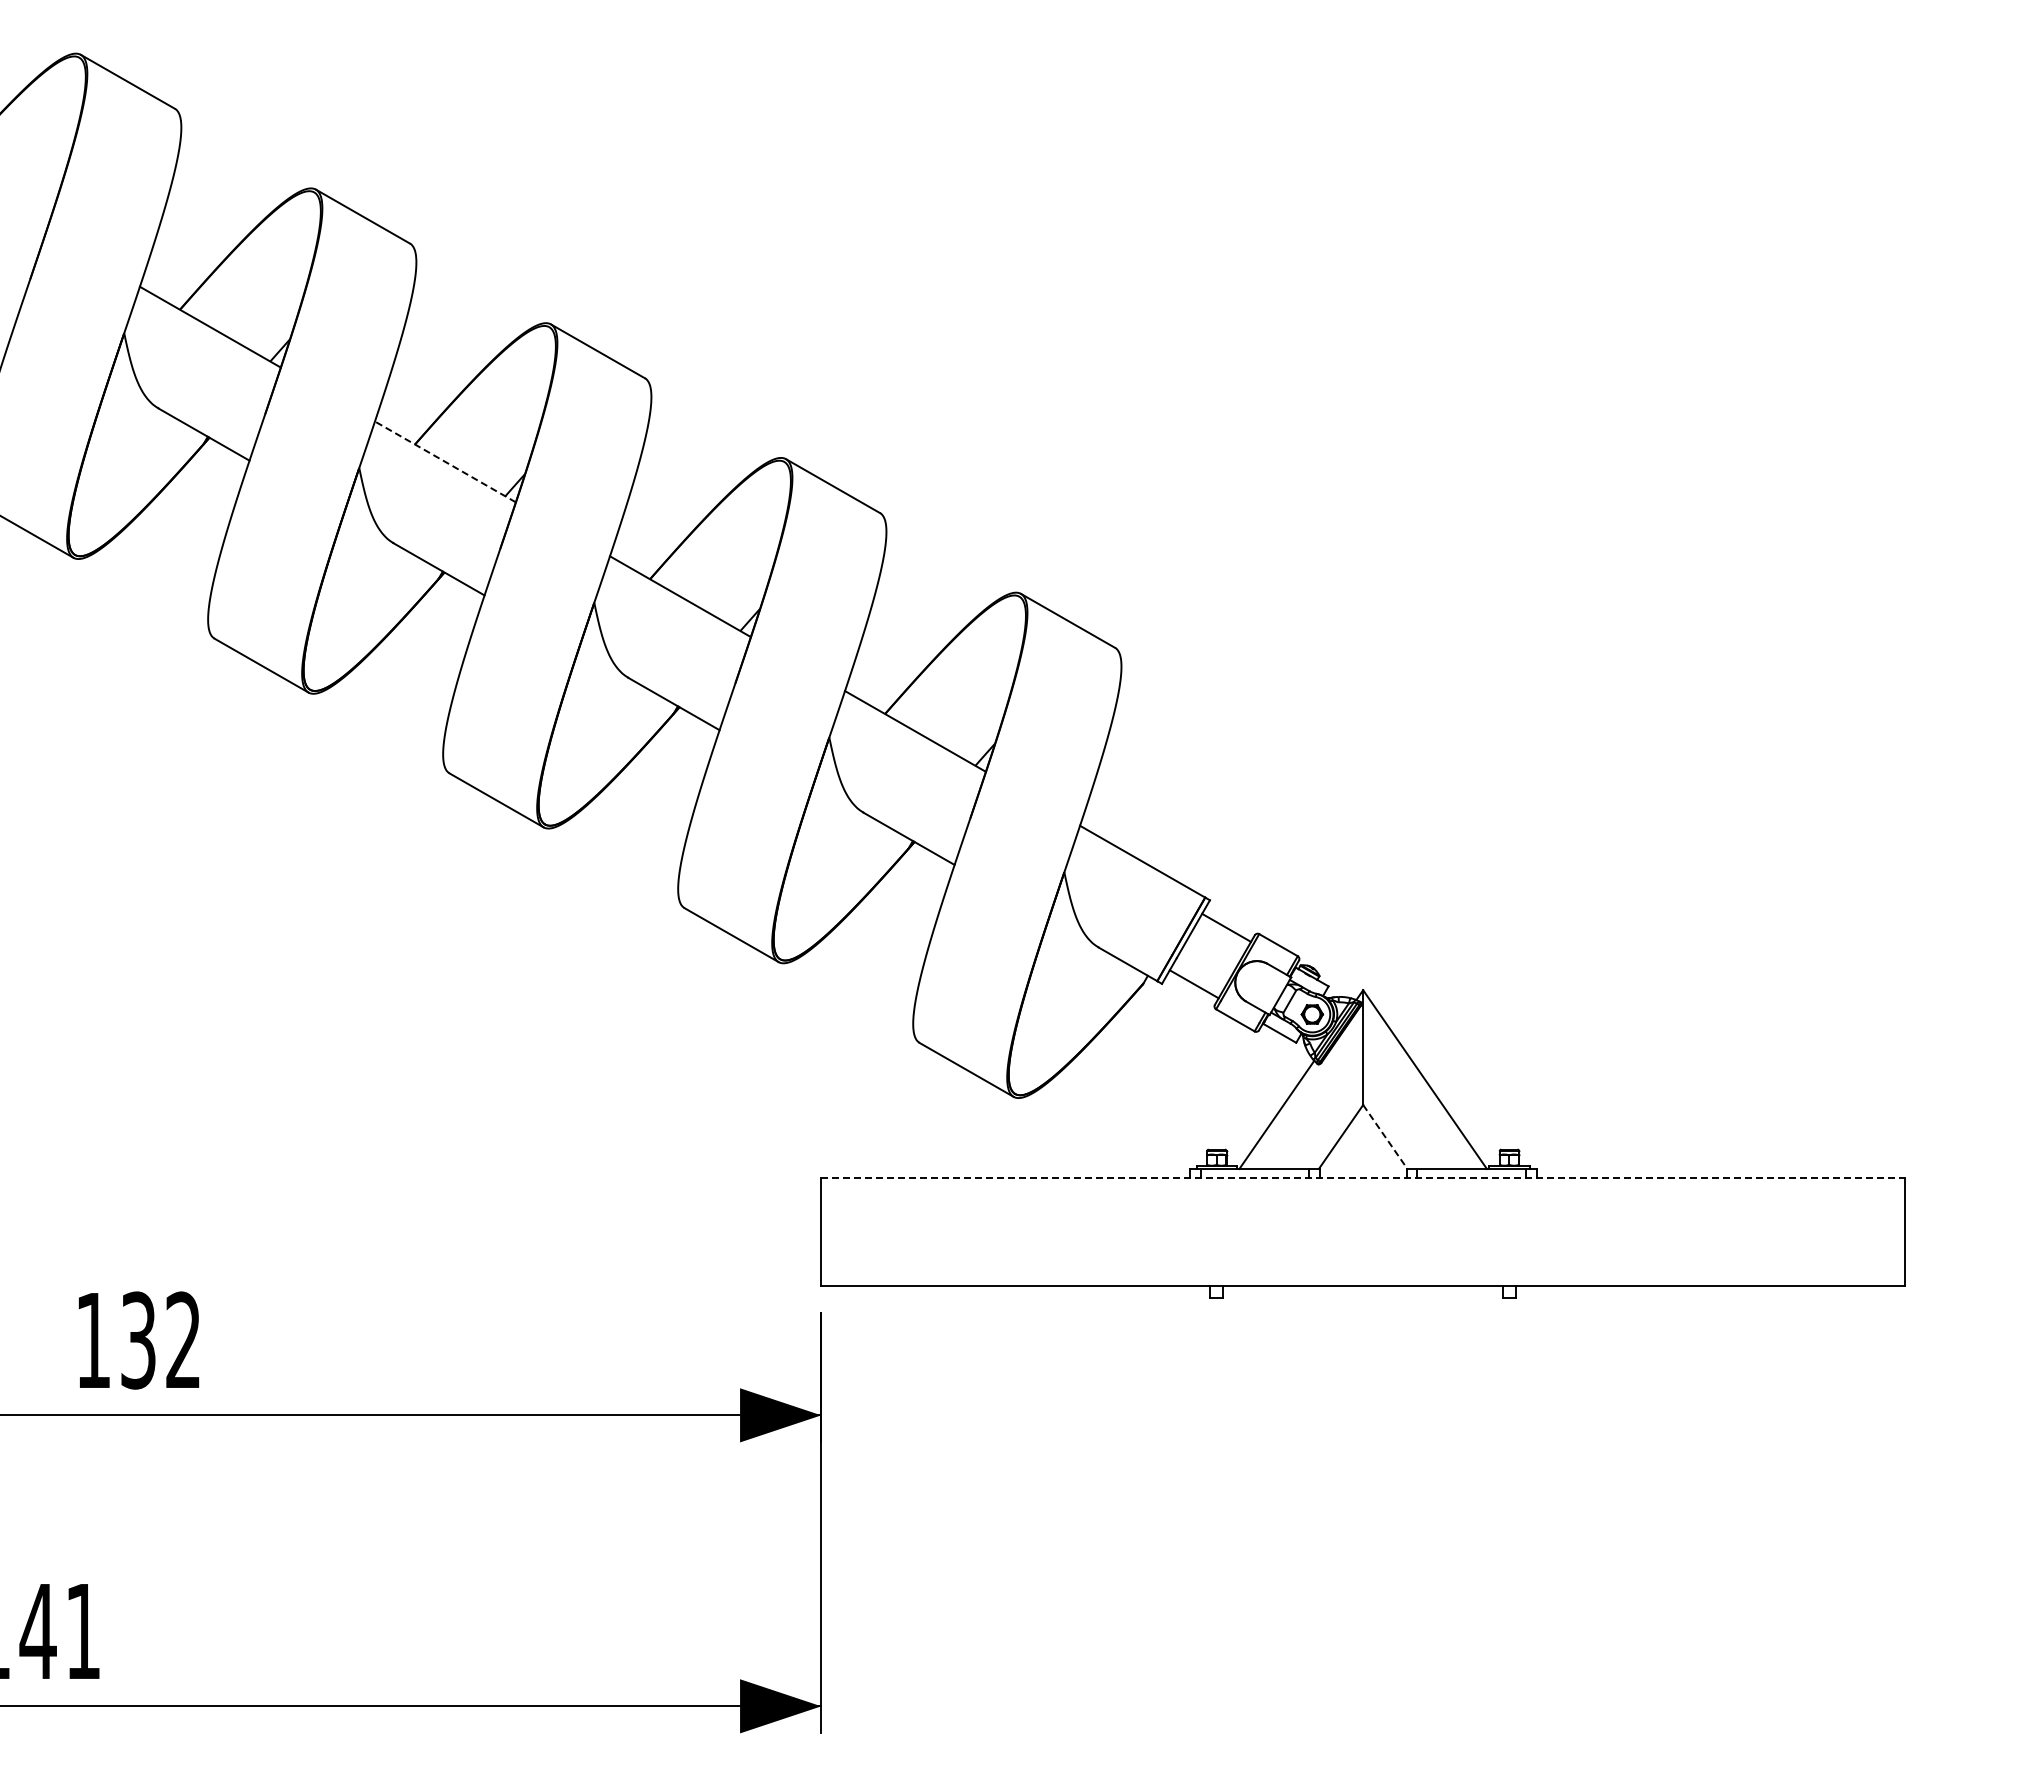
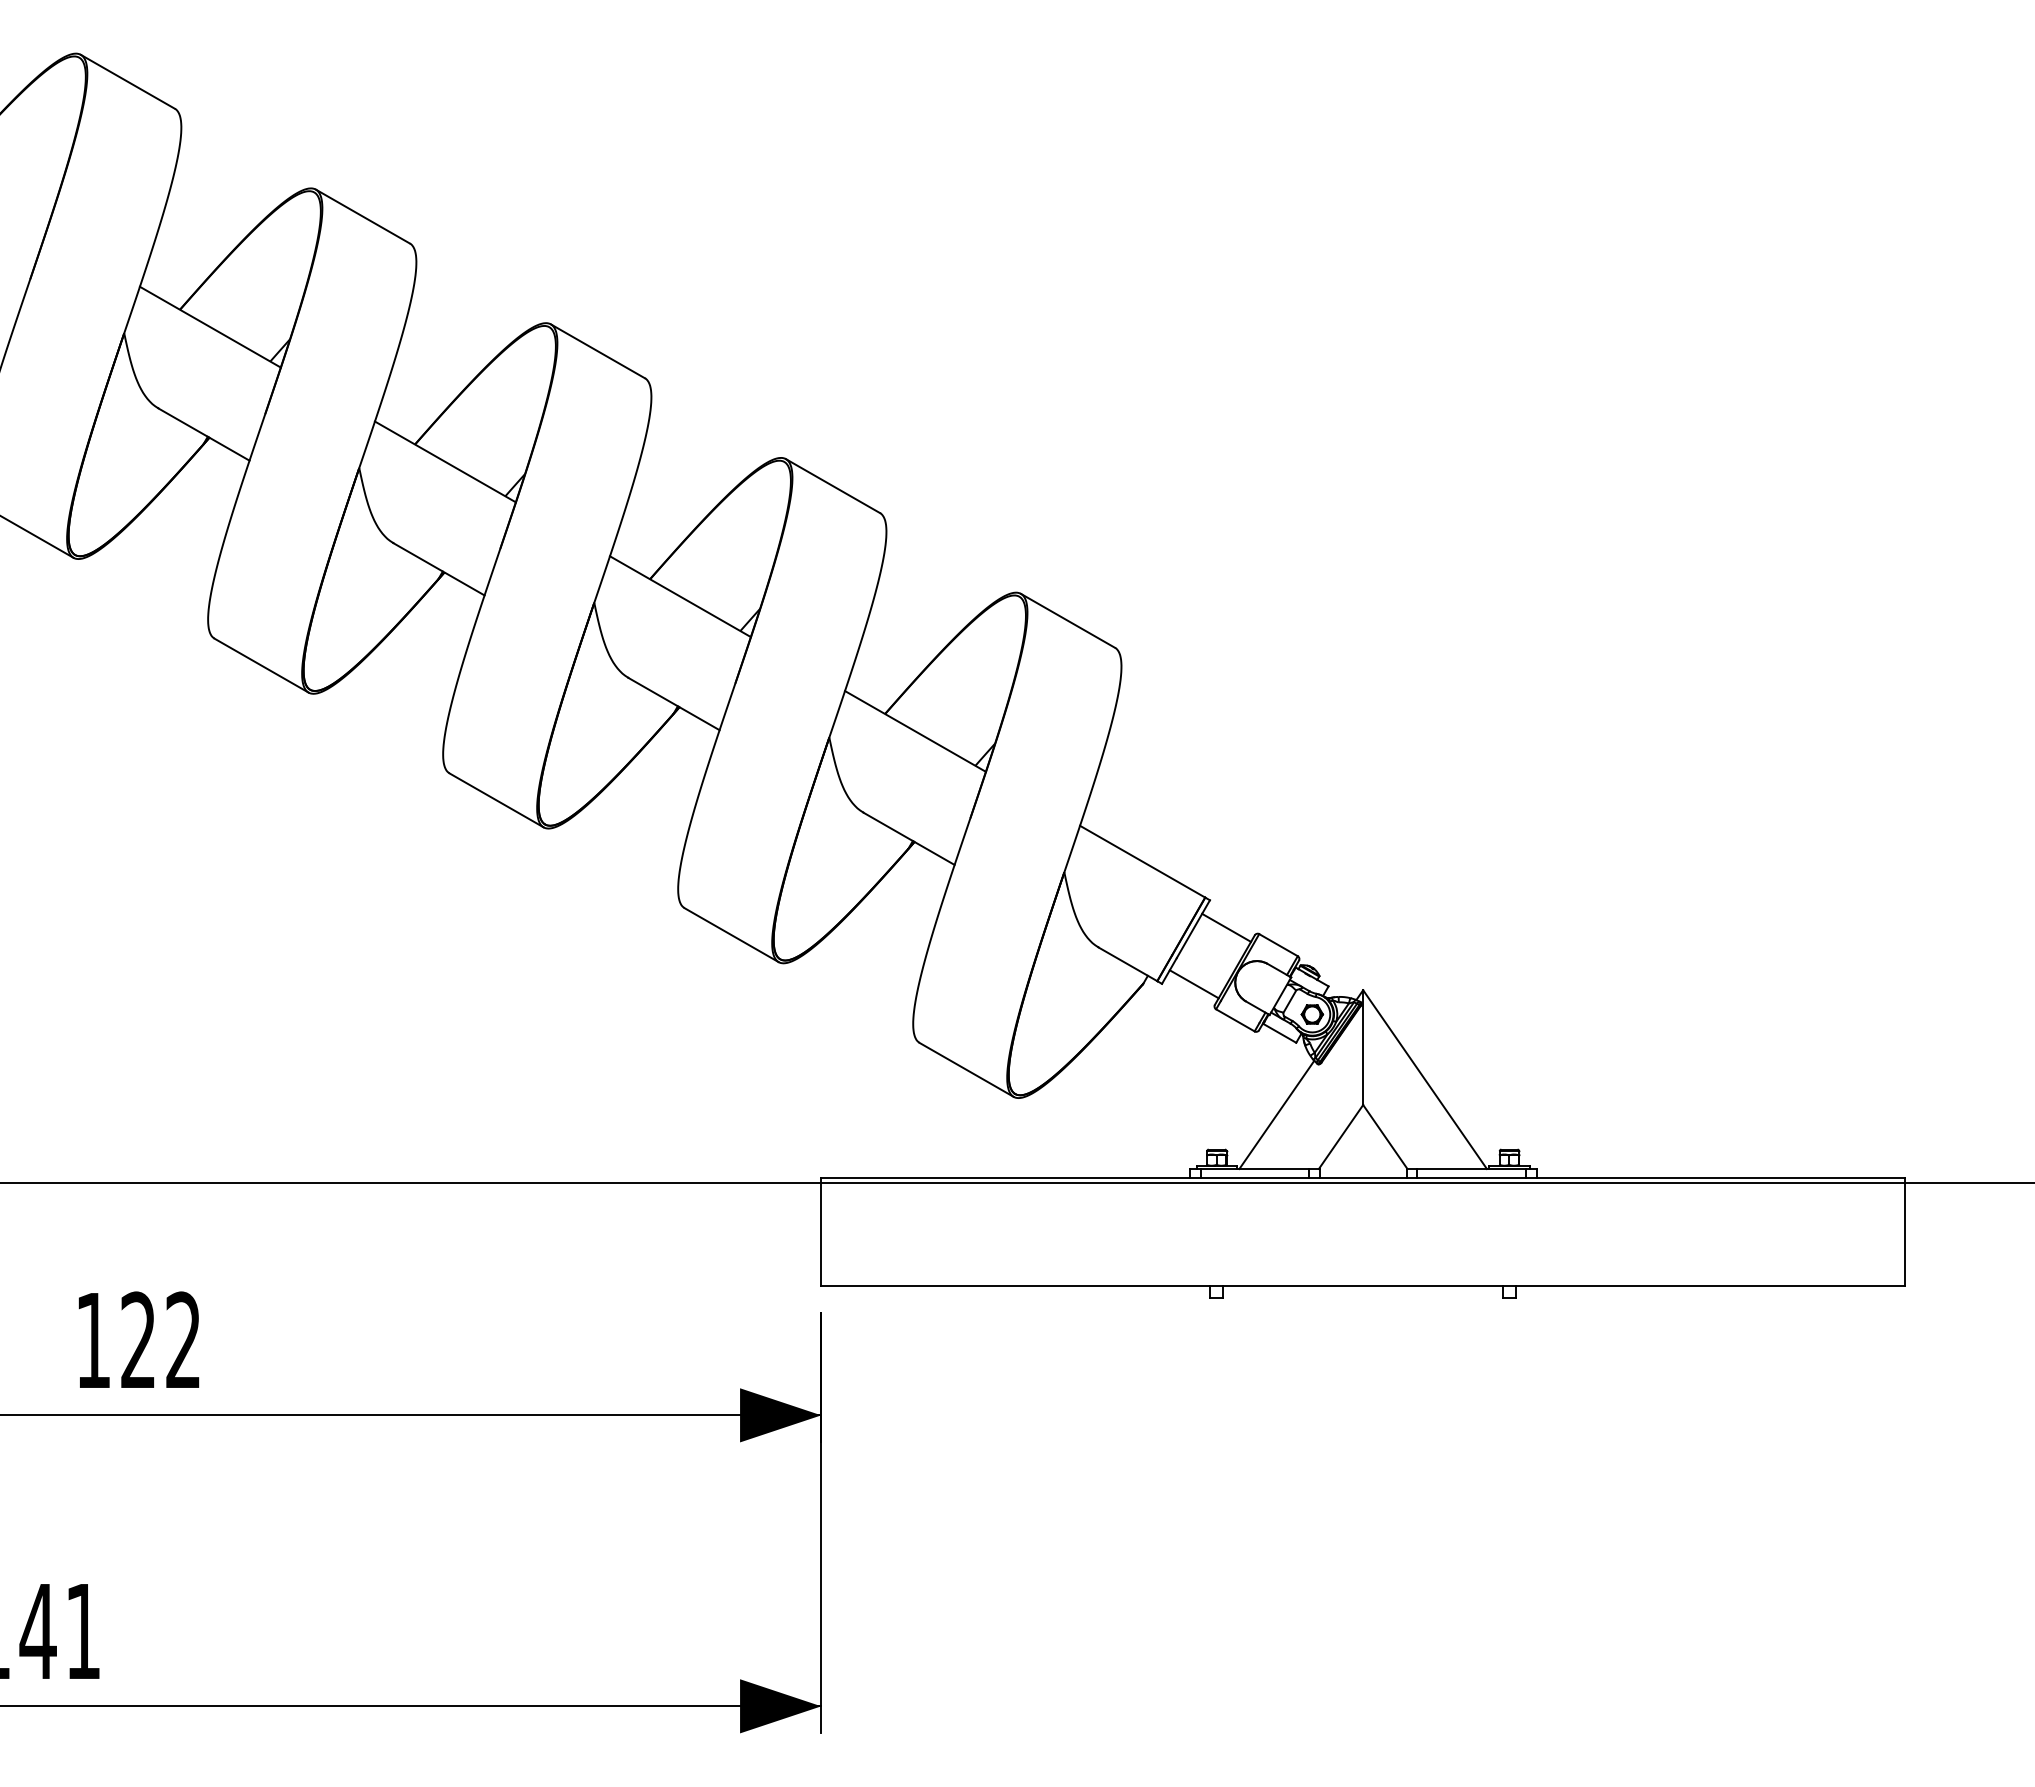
line at (444, 461): dashed -> solid
line at (1385, 1137): dashed -> solid
line at (1363, 1177): dashed -> solid
line at (1016, 1183): none -> present
text at (138, 1340): 132 -> 122
